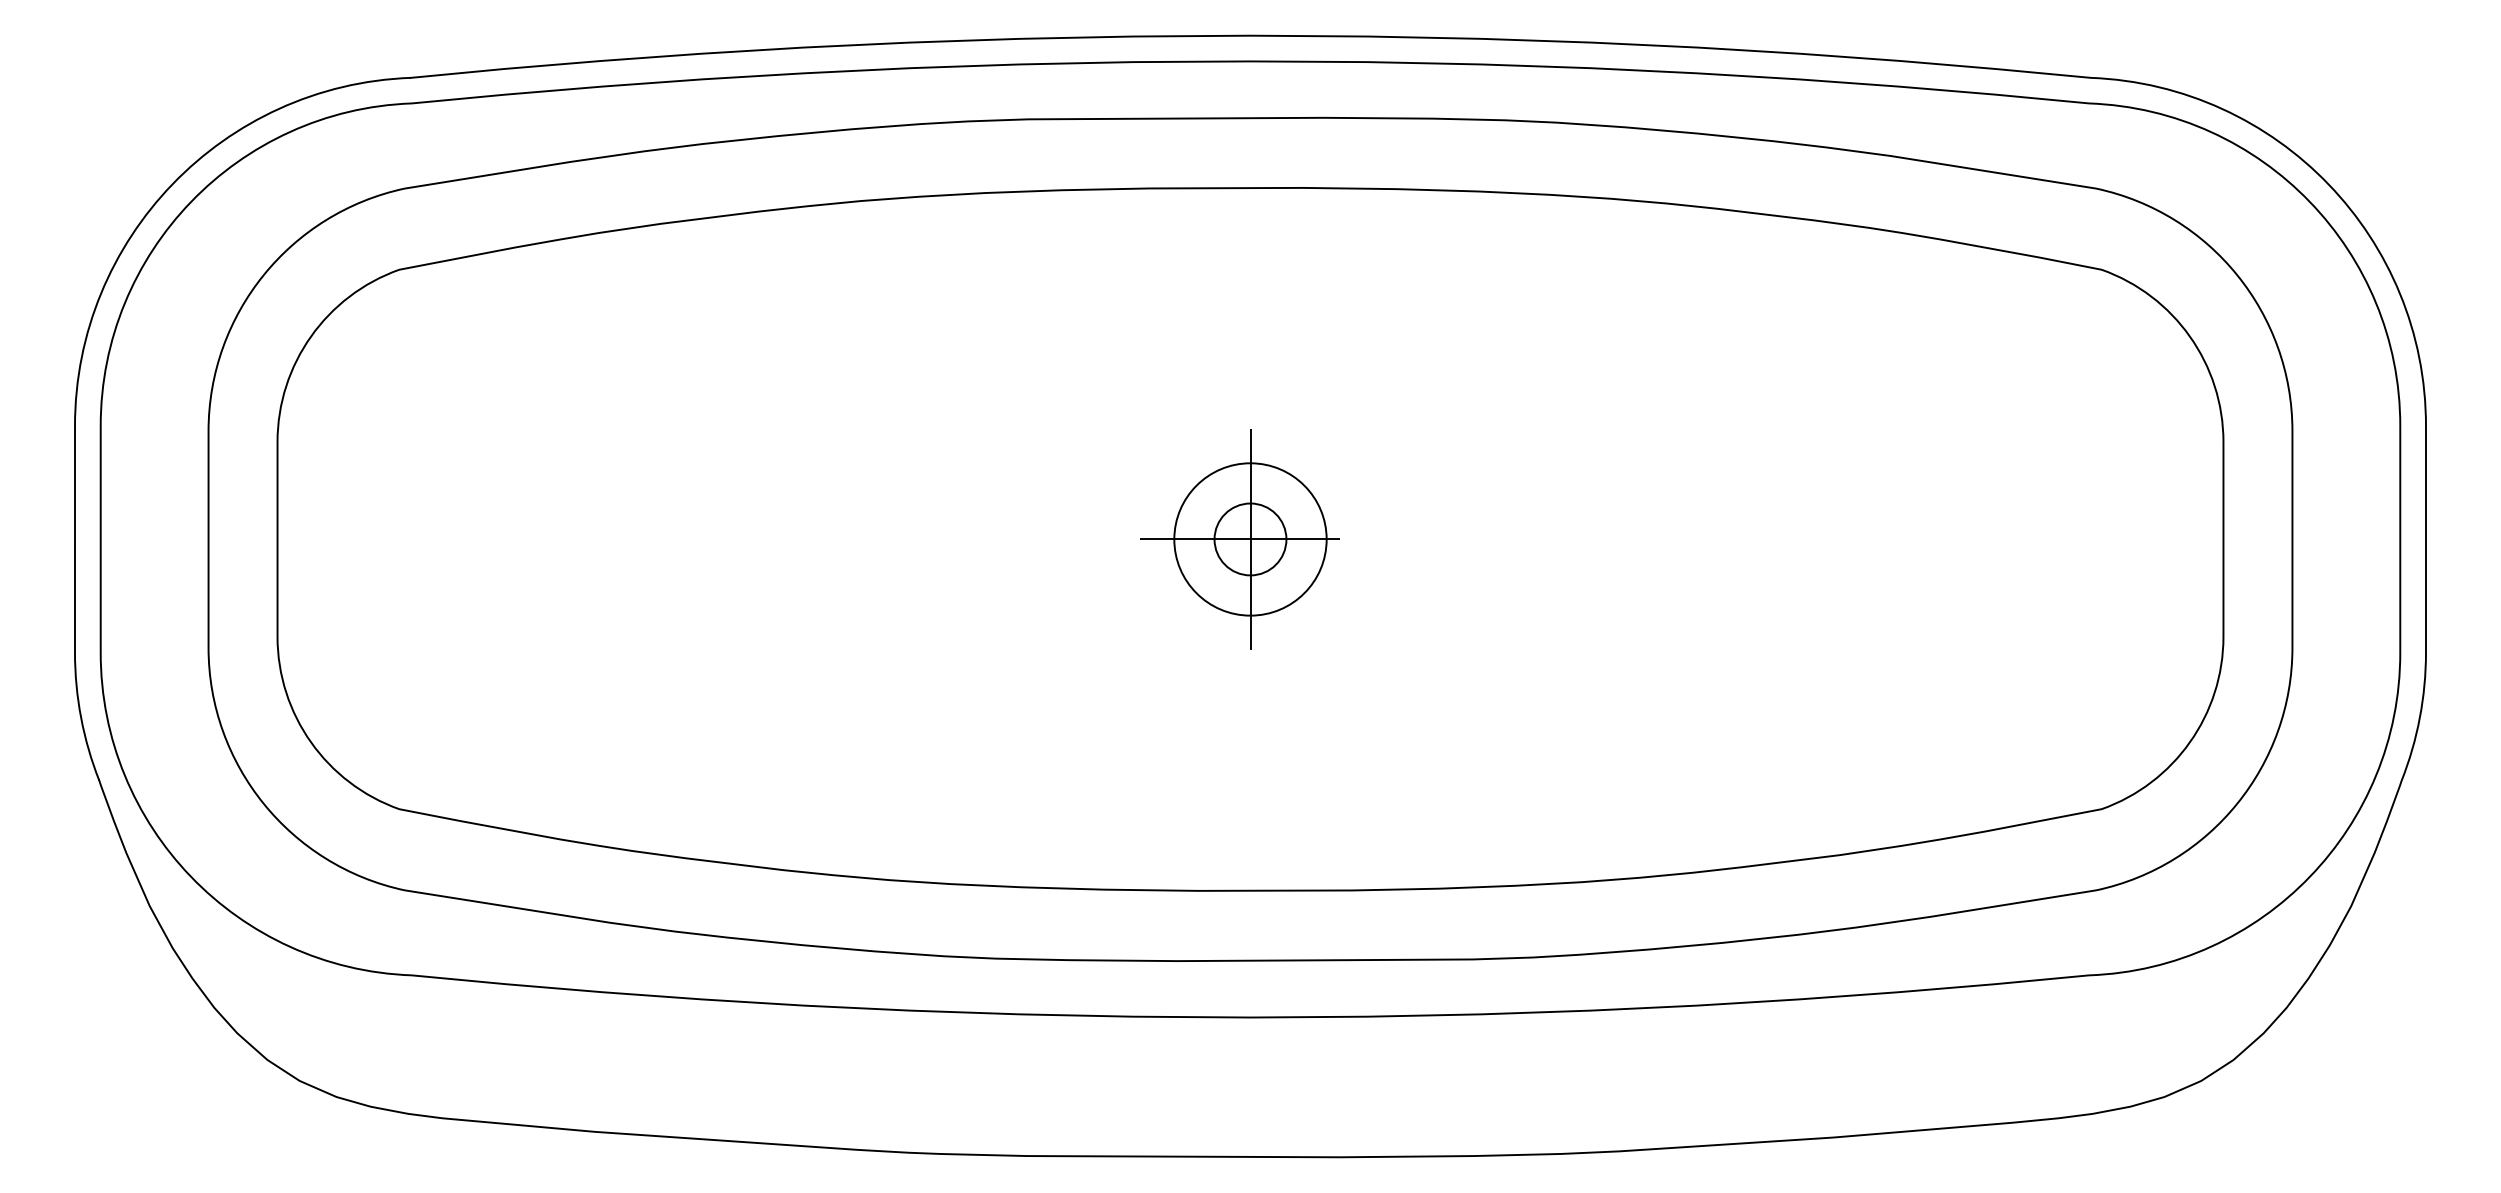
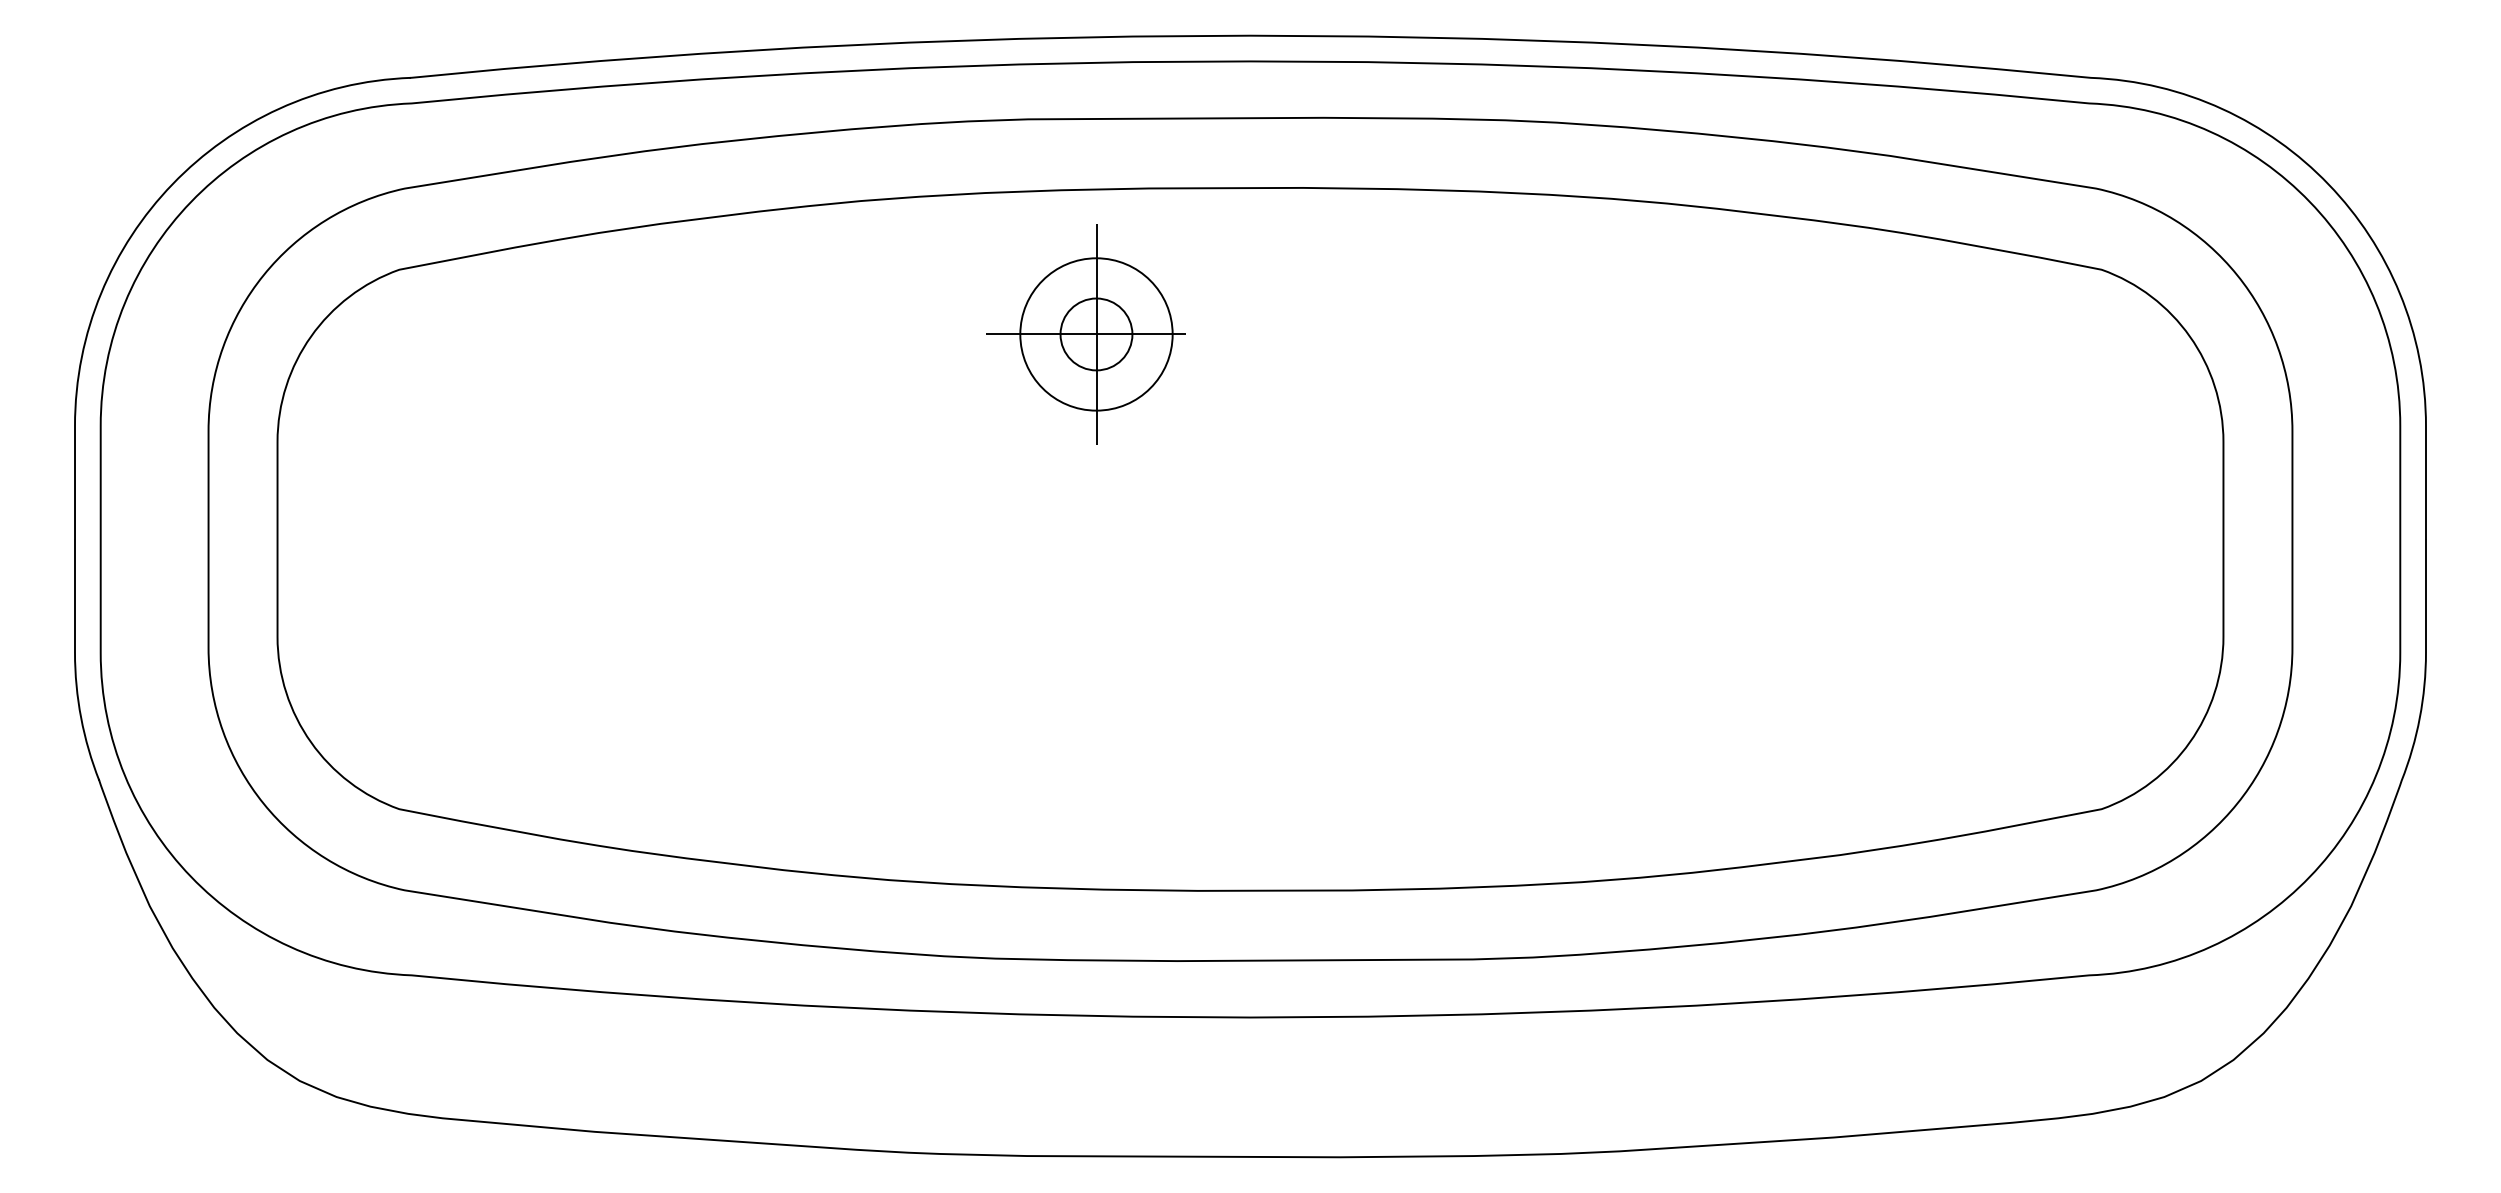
part at (1239, 539) position: (1239, 539) -> (1085, 334)
